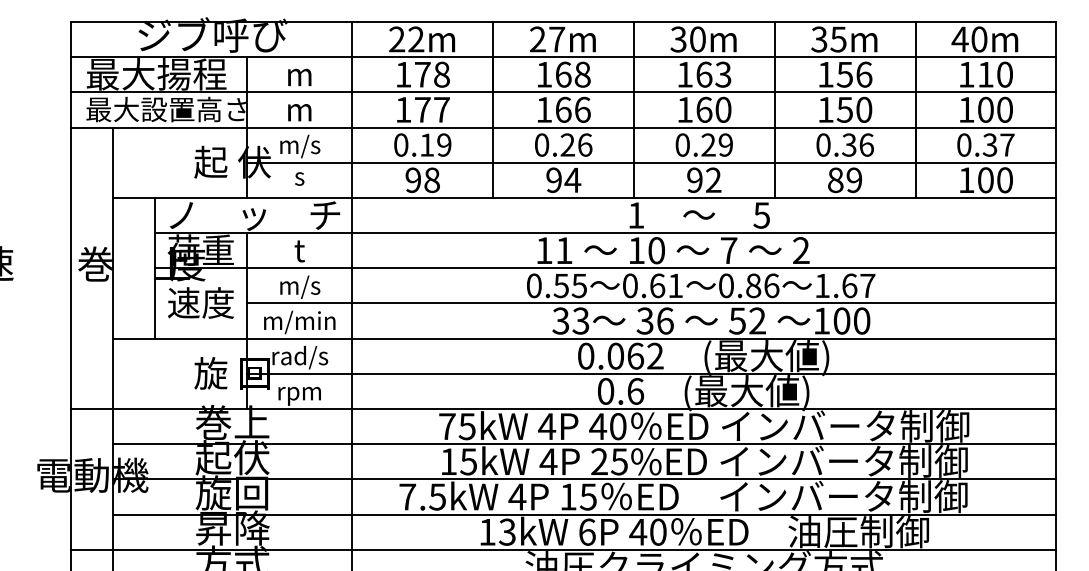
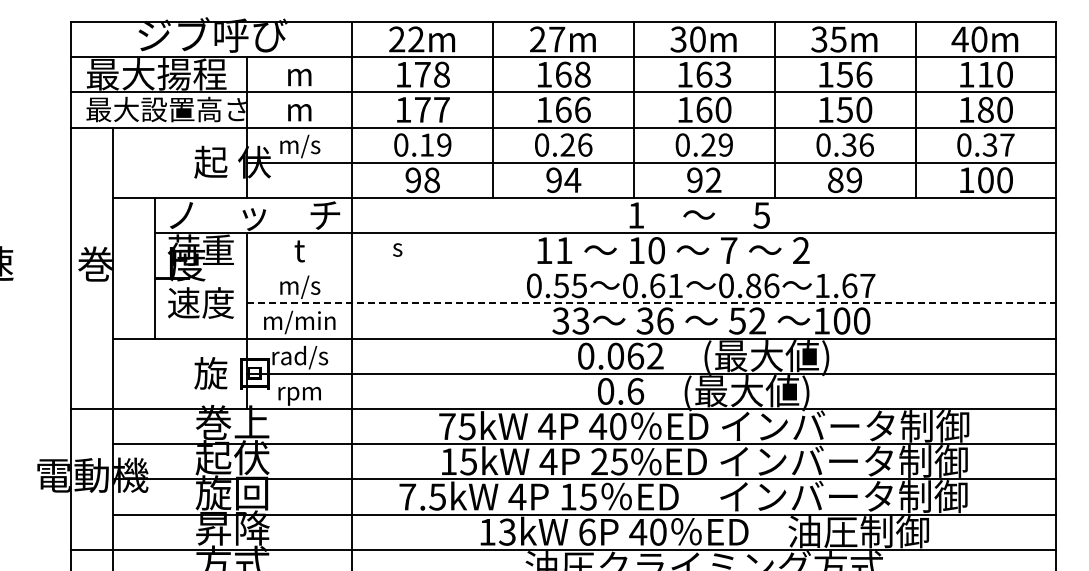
text at (985, 109): 100 -> 180
text at (299, 178) position: (299, 178) -> (397, 249)
line at (605, 268): present -> none
line at (651, 303): solid -> dashed
